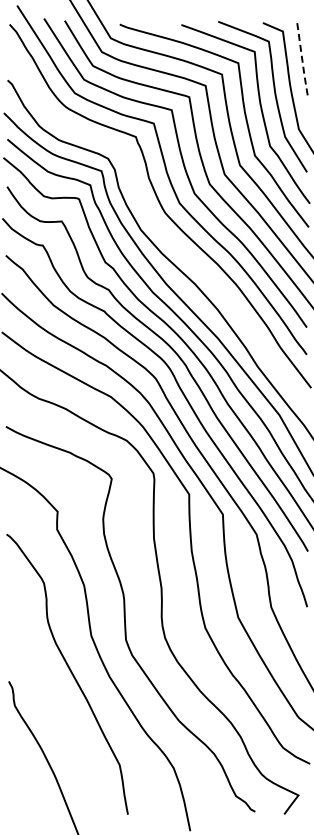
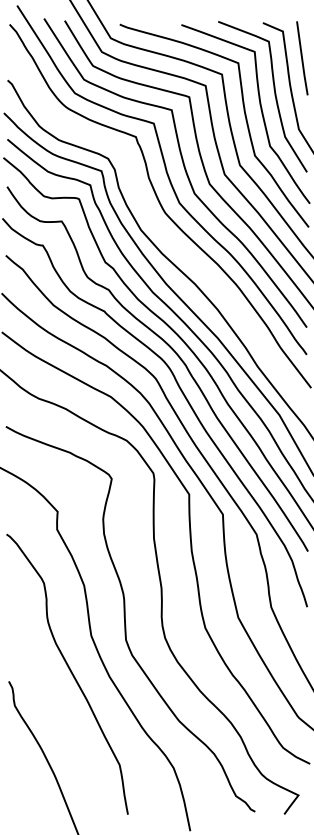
line at (302, 58): dashed -> solid
